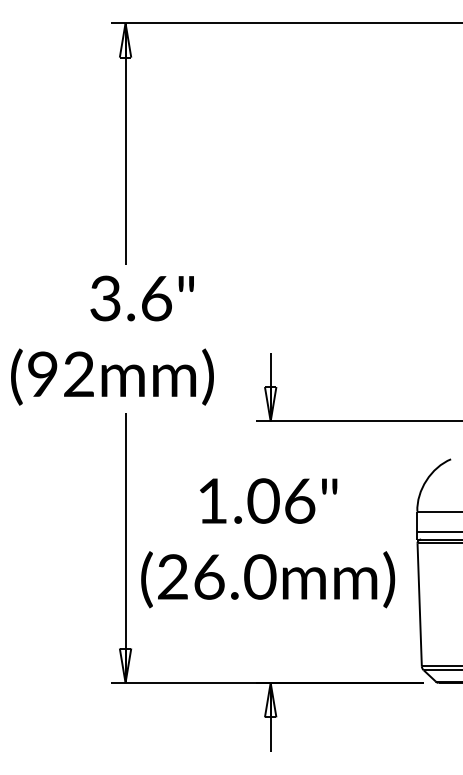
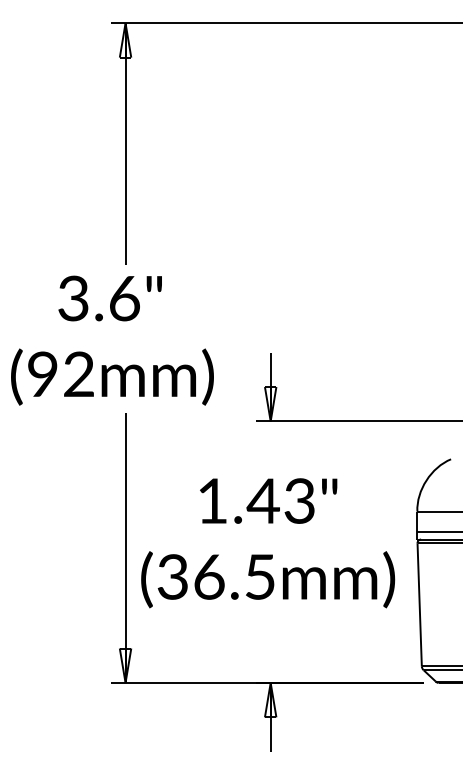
text at (141, 298) position: (141, 298) -> (109, 298)
text at (280, 500): 1.06" -> 1.43"
text at (216, 576): (26.0mm) -> (36.5mm)
